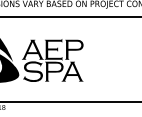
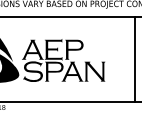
line at (134, 59): none -> present
fill at (94, 71): none -> present
